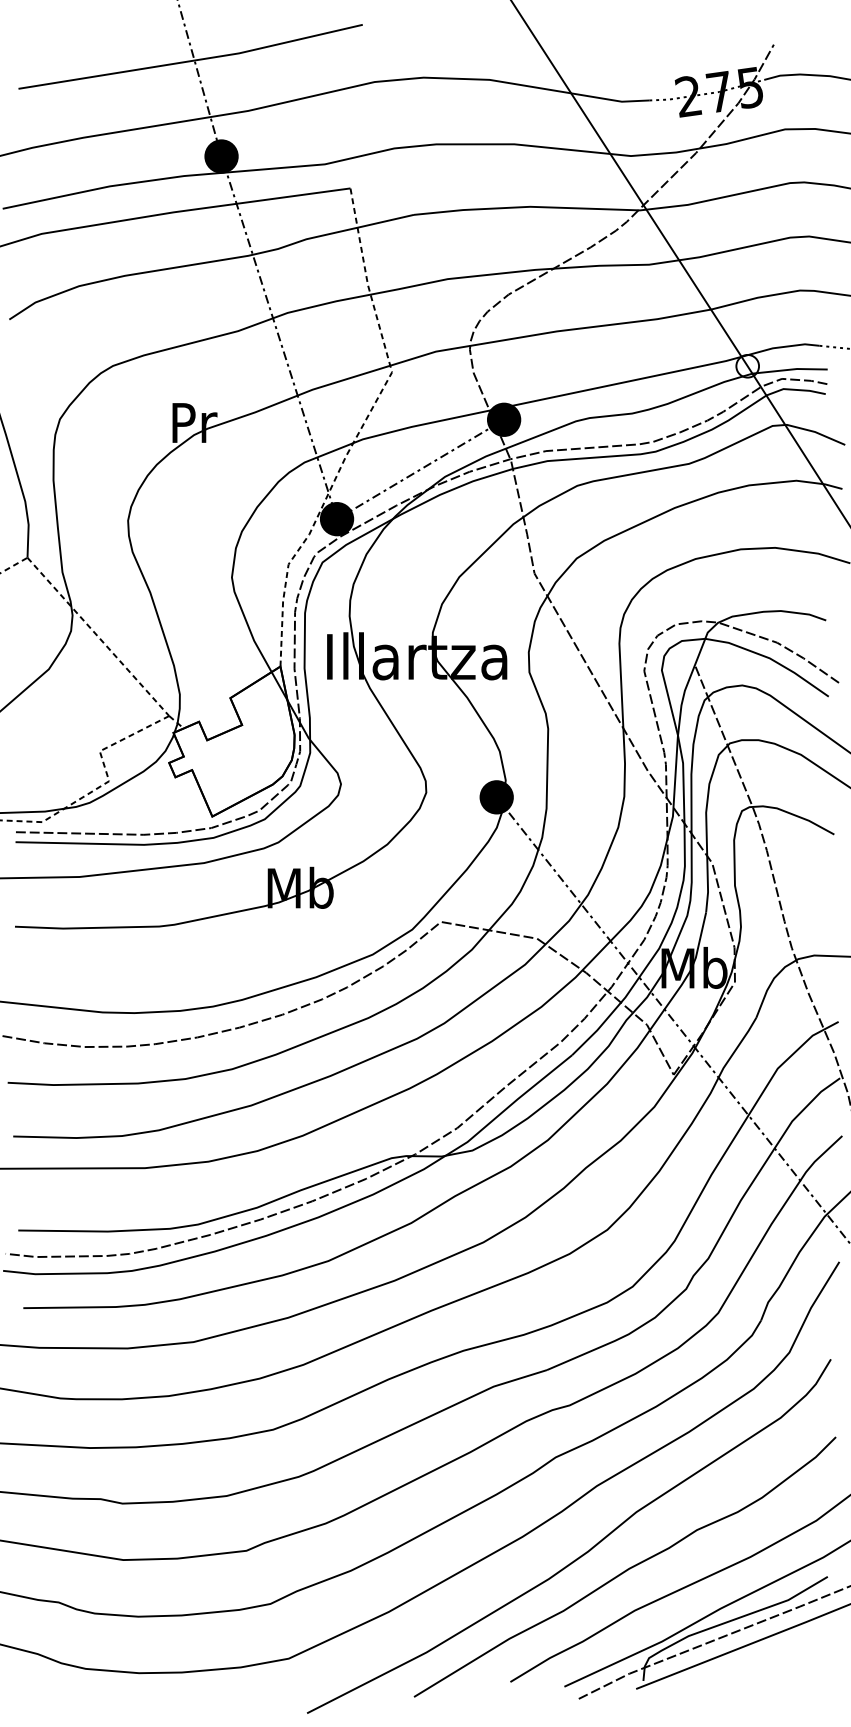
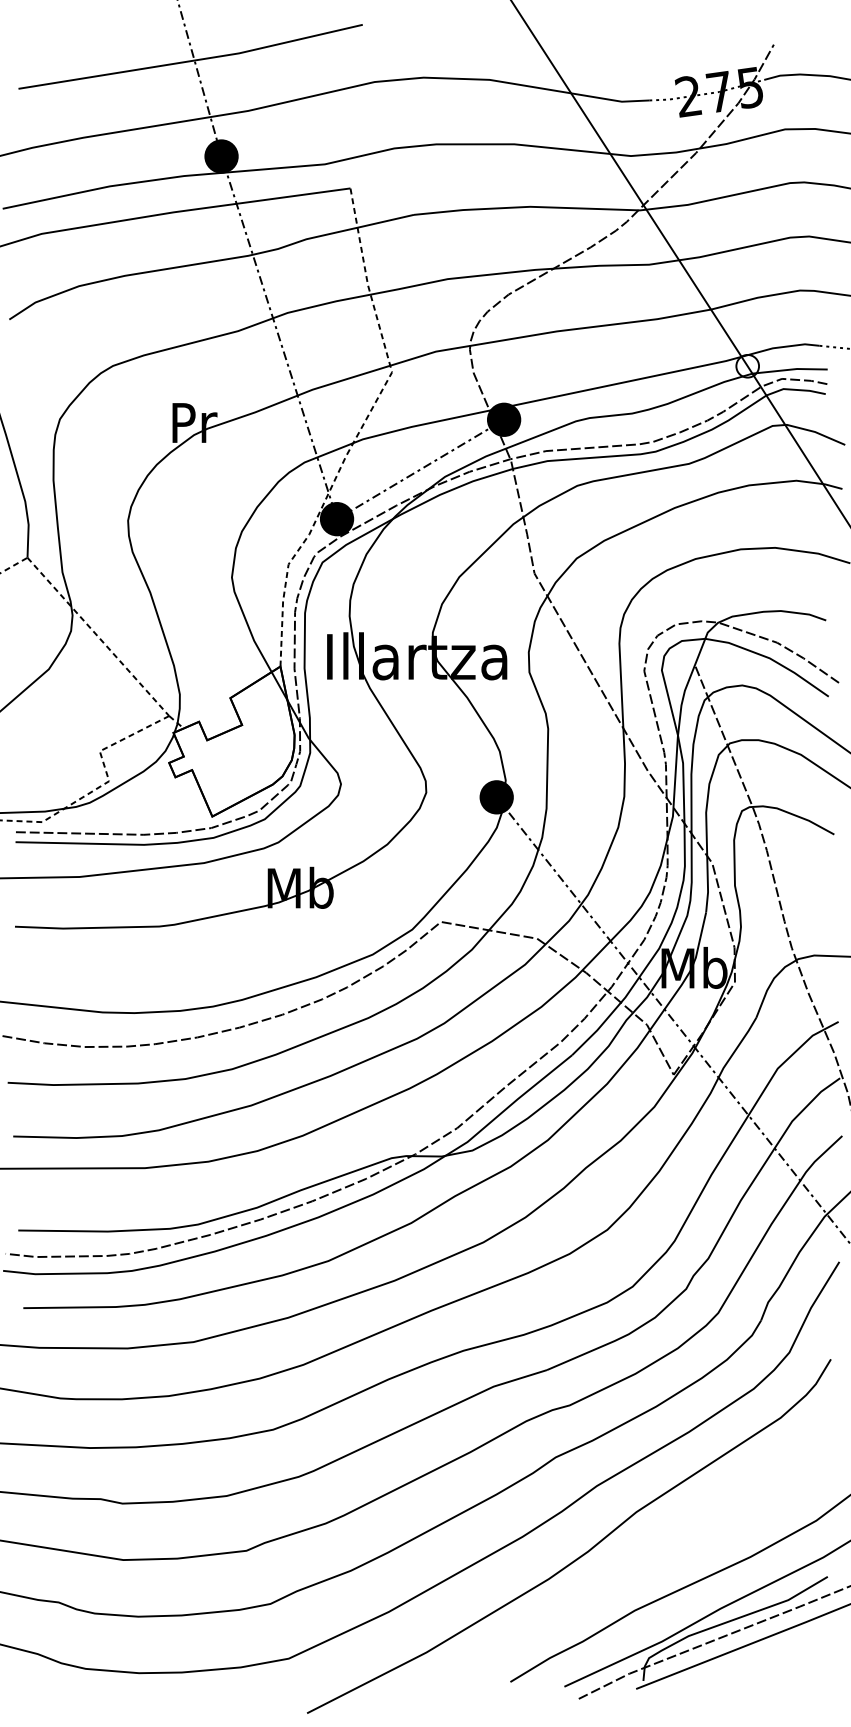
curve at (627, 1568): present -> none
